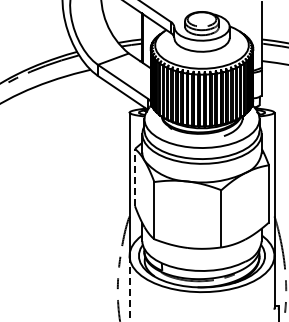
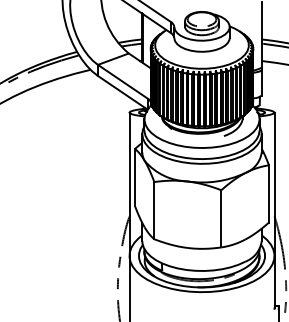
line at (135, 177): dashed -> solid
line at (129, 288): dashed -> solid
